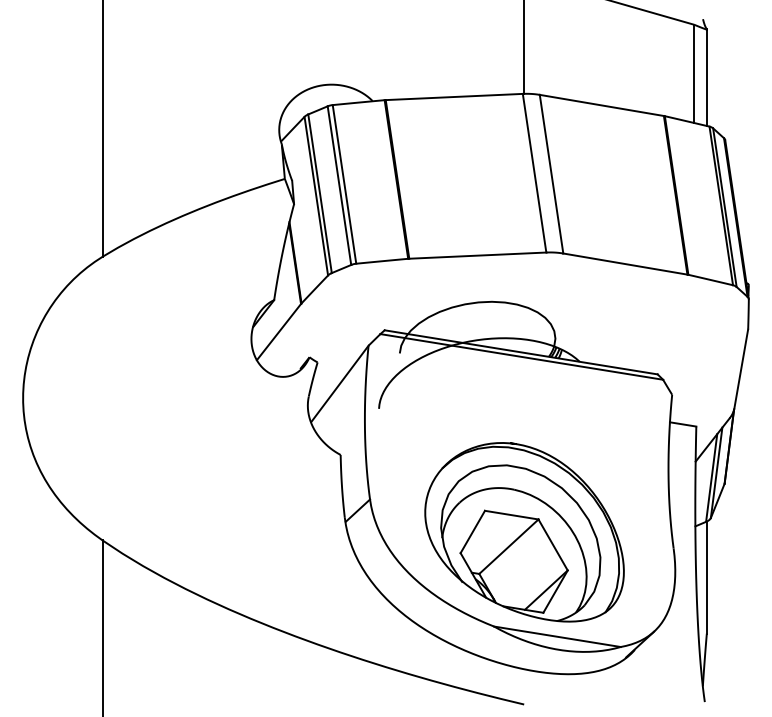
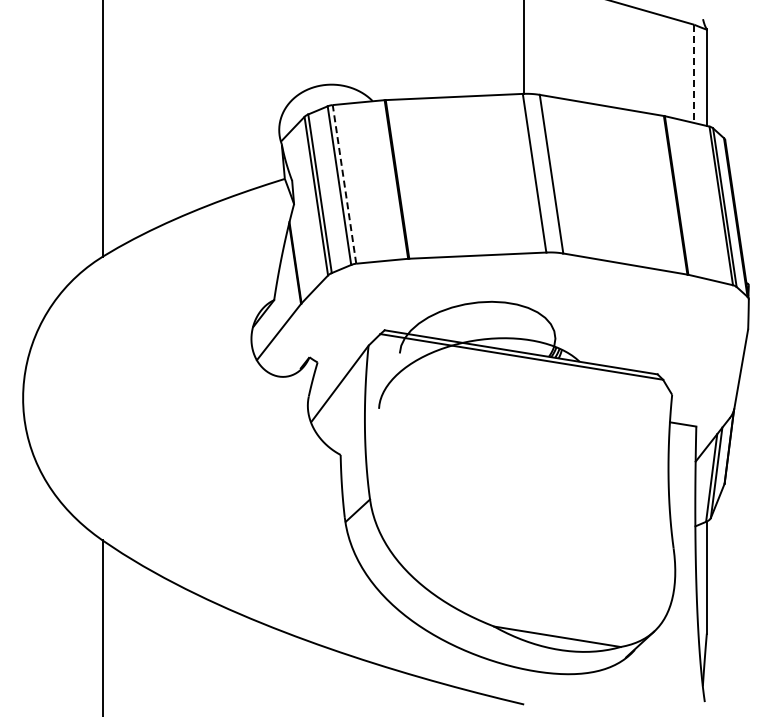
line at (694, 74): solid -> dashed
line at (344, 183): solid -> dashed
part at (524, 532): present -> none
